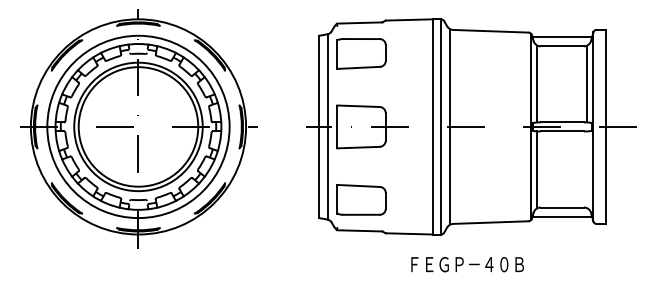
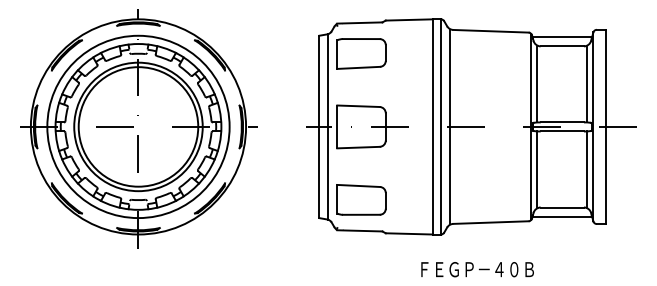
line at (587, 169): none -> present
text at (467, 264) position: (467, 264) -> (477, 269)
